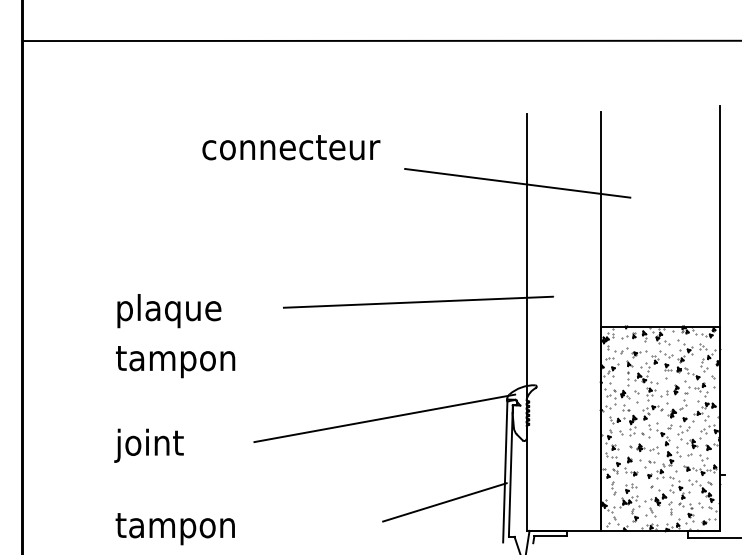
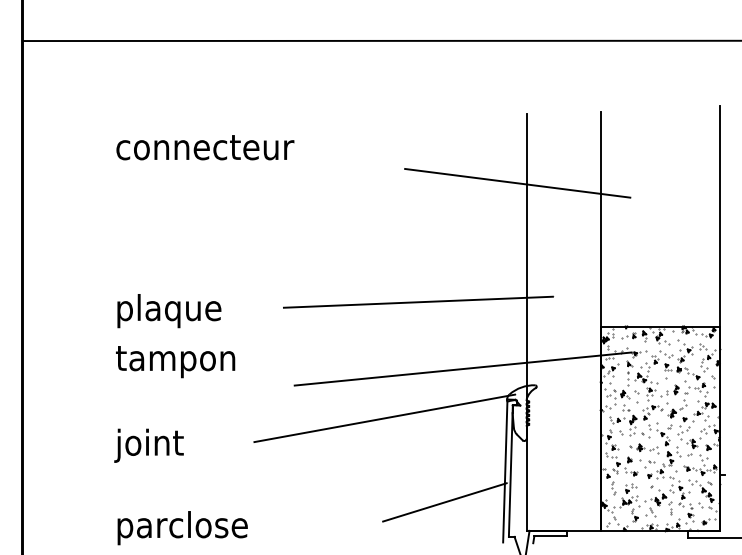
text at (291, 147) position: (291, 147) -> (205, 147)
line at (462, 368): none -> present
text at (181, 528): tampon -> parclose
